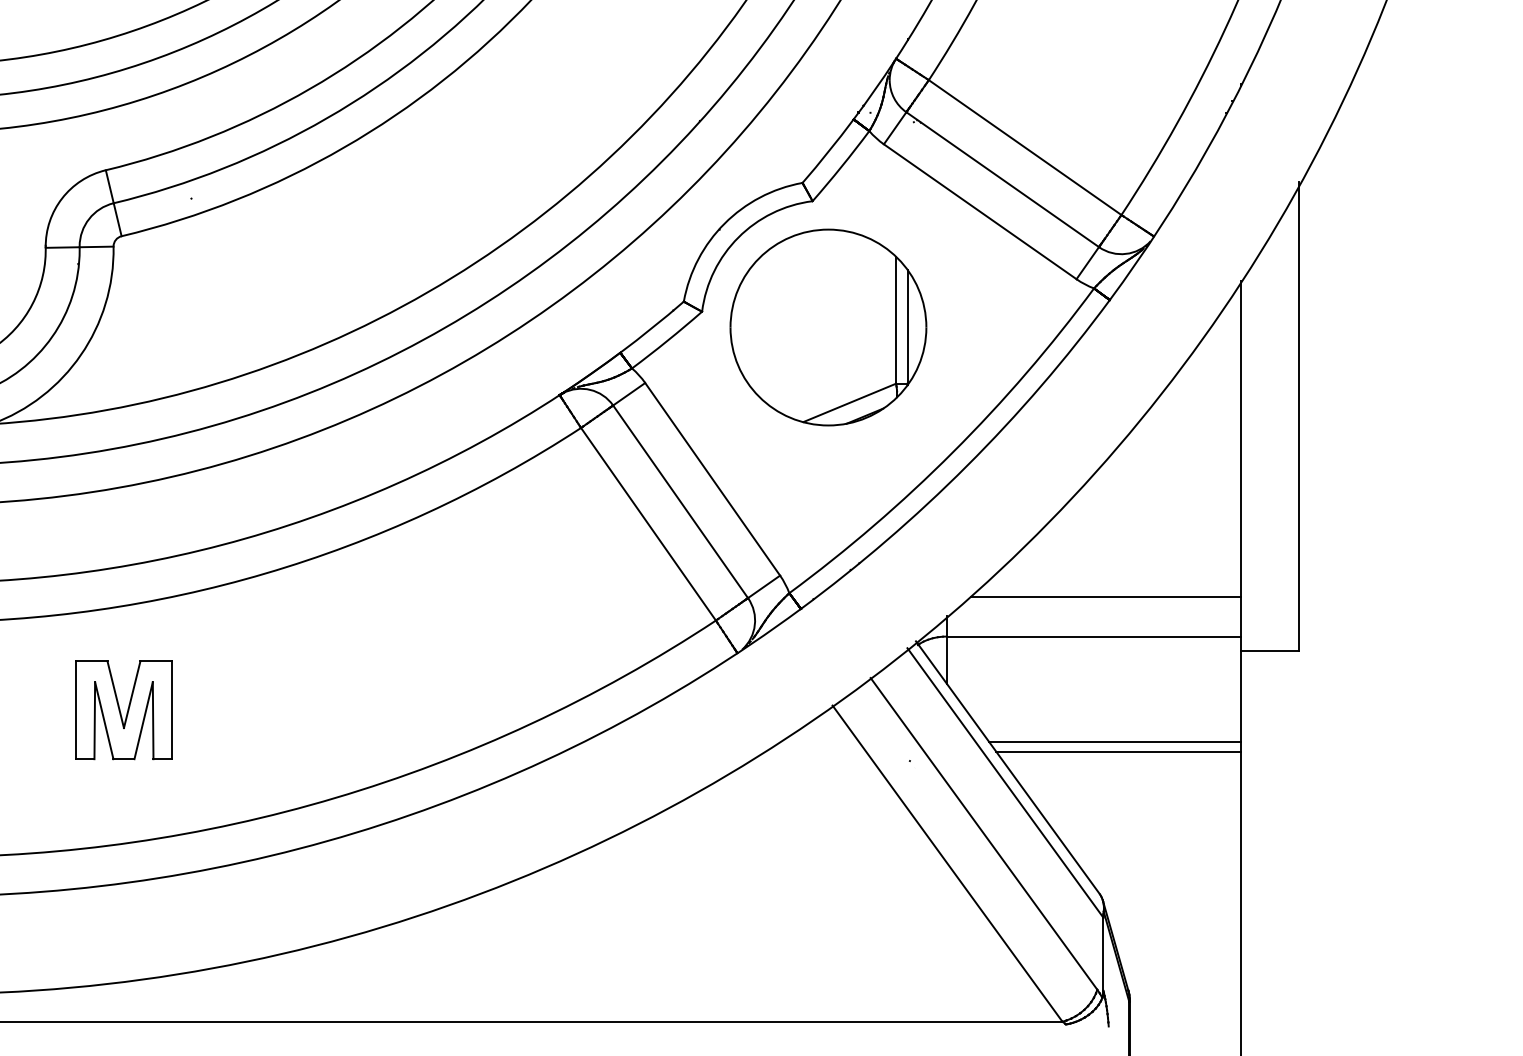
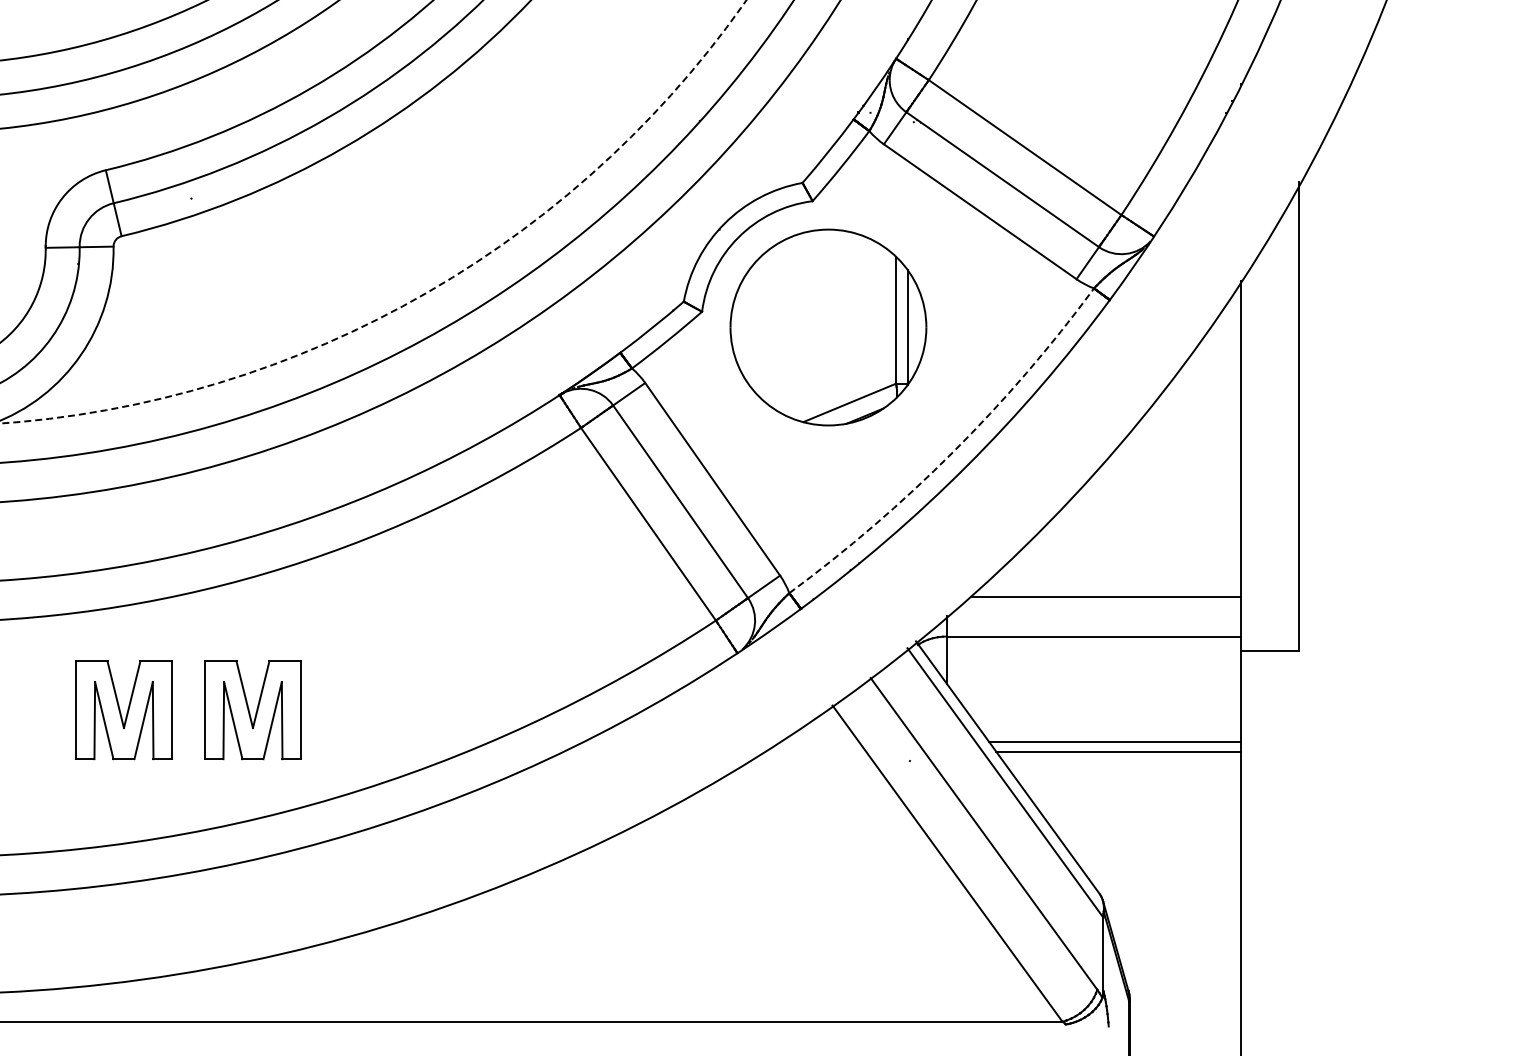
arc at (421, 295): solid -> dashed
arc at (953, 452): solid -> dashed
part at (252, 710): none -> present
